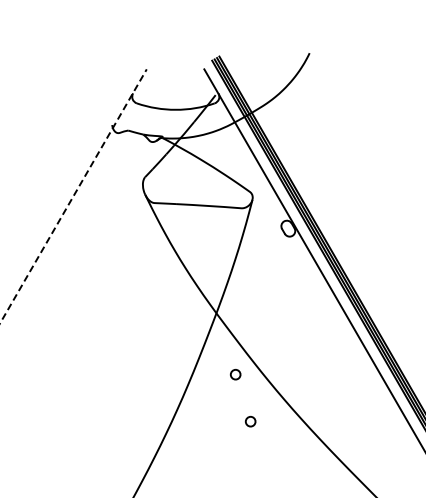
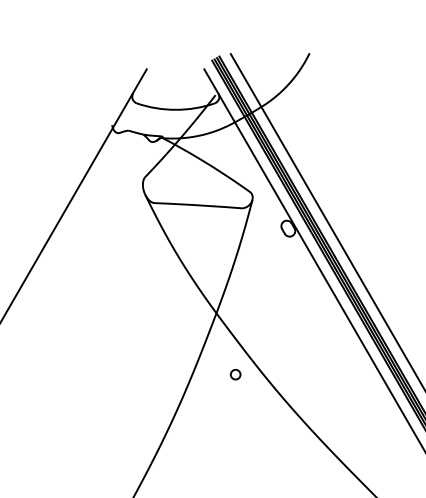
line at (73, 195): dashed -> solid
line at (326, 220): none -> present
circle at (250, 421): present -> none
